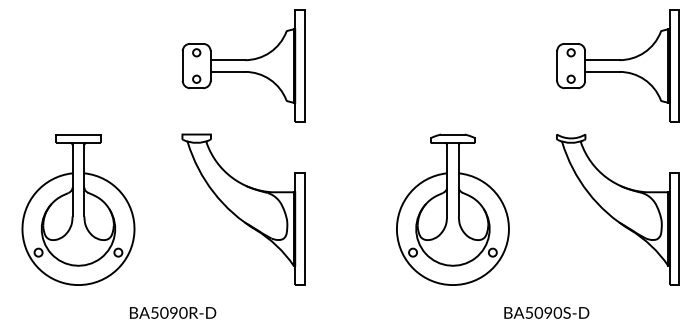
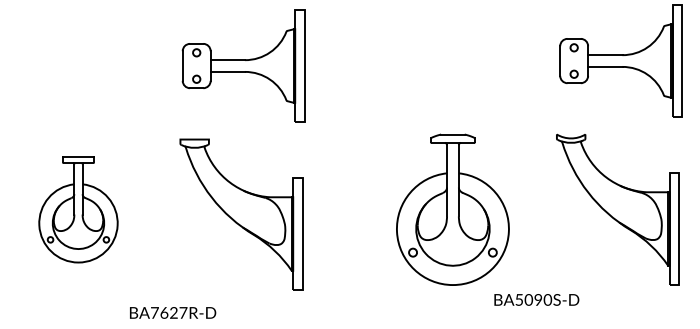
part at (617, 65) position: (617, 65) -> (620, 60)
part at (78, 209) size: 115x152 px -> 81x108 px
part at (243, 209) position: (243, 209) -> (241, 214)
text at (169, 312): BA5090R-D -> BA7627R-D
text at (546, 312) position: (546, 312) -> (536, 299)
